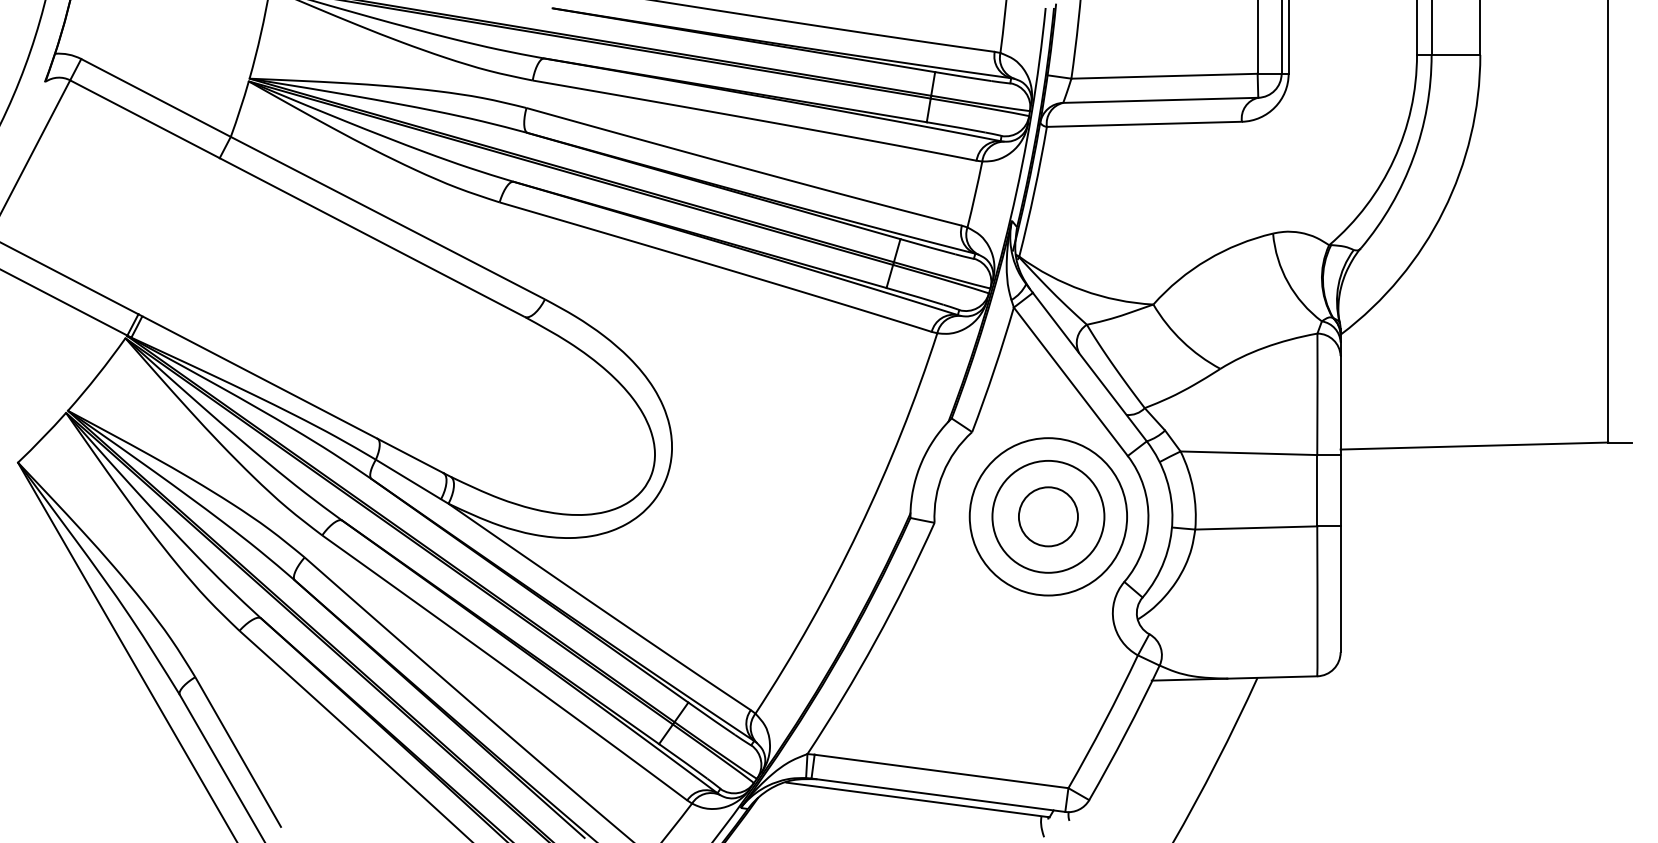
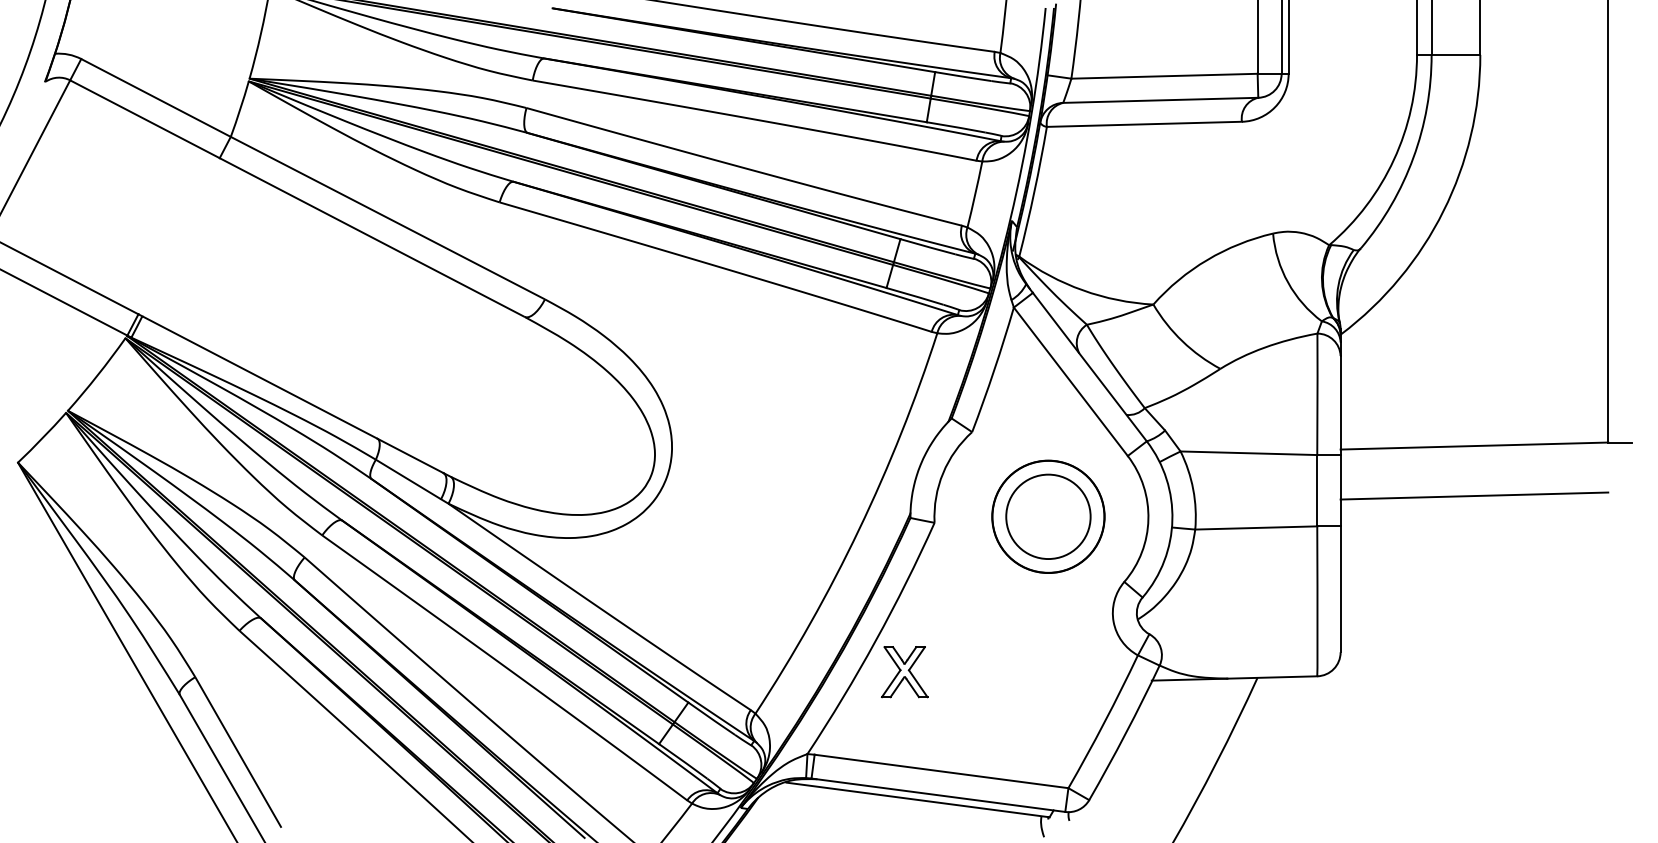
line at (1474, 495): none -> present
circle at (1047, 516) diameter: 59 px -> 84 px
circle at (1048, 516) diameter: 157 px -> 112 px
part at (904, 672): none -> present
